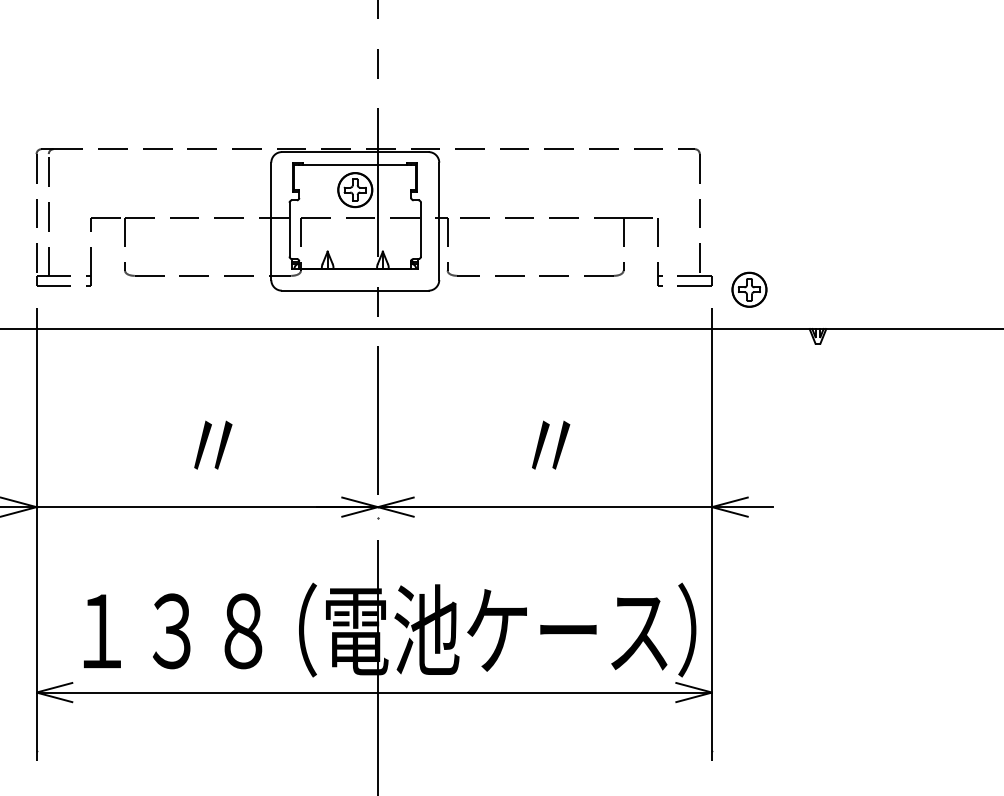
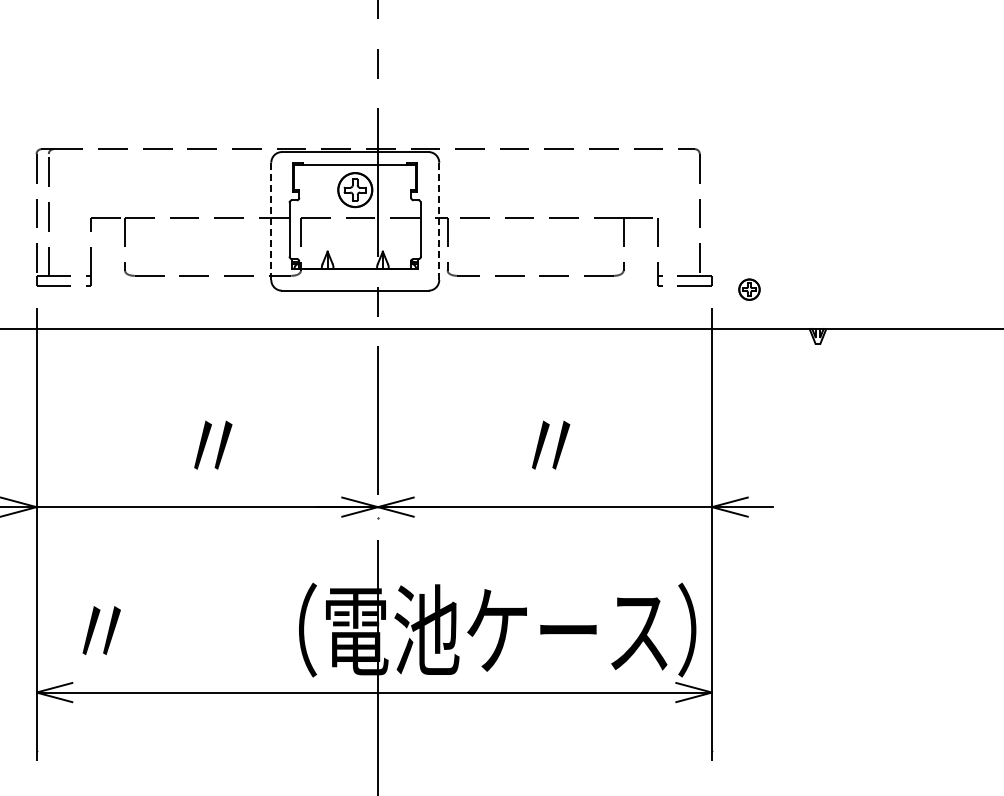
line at (271, 221): solid -> dashed
line at (439, 221): solid -> dashed
part at (749, 289) size: 37x37 px -> 23x23 px
text at (172, 631): １３８ -> 〃
